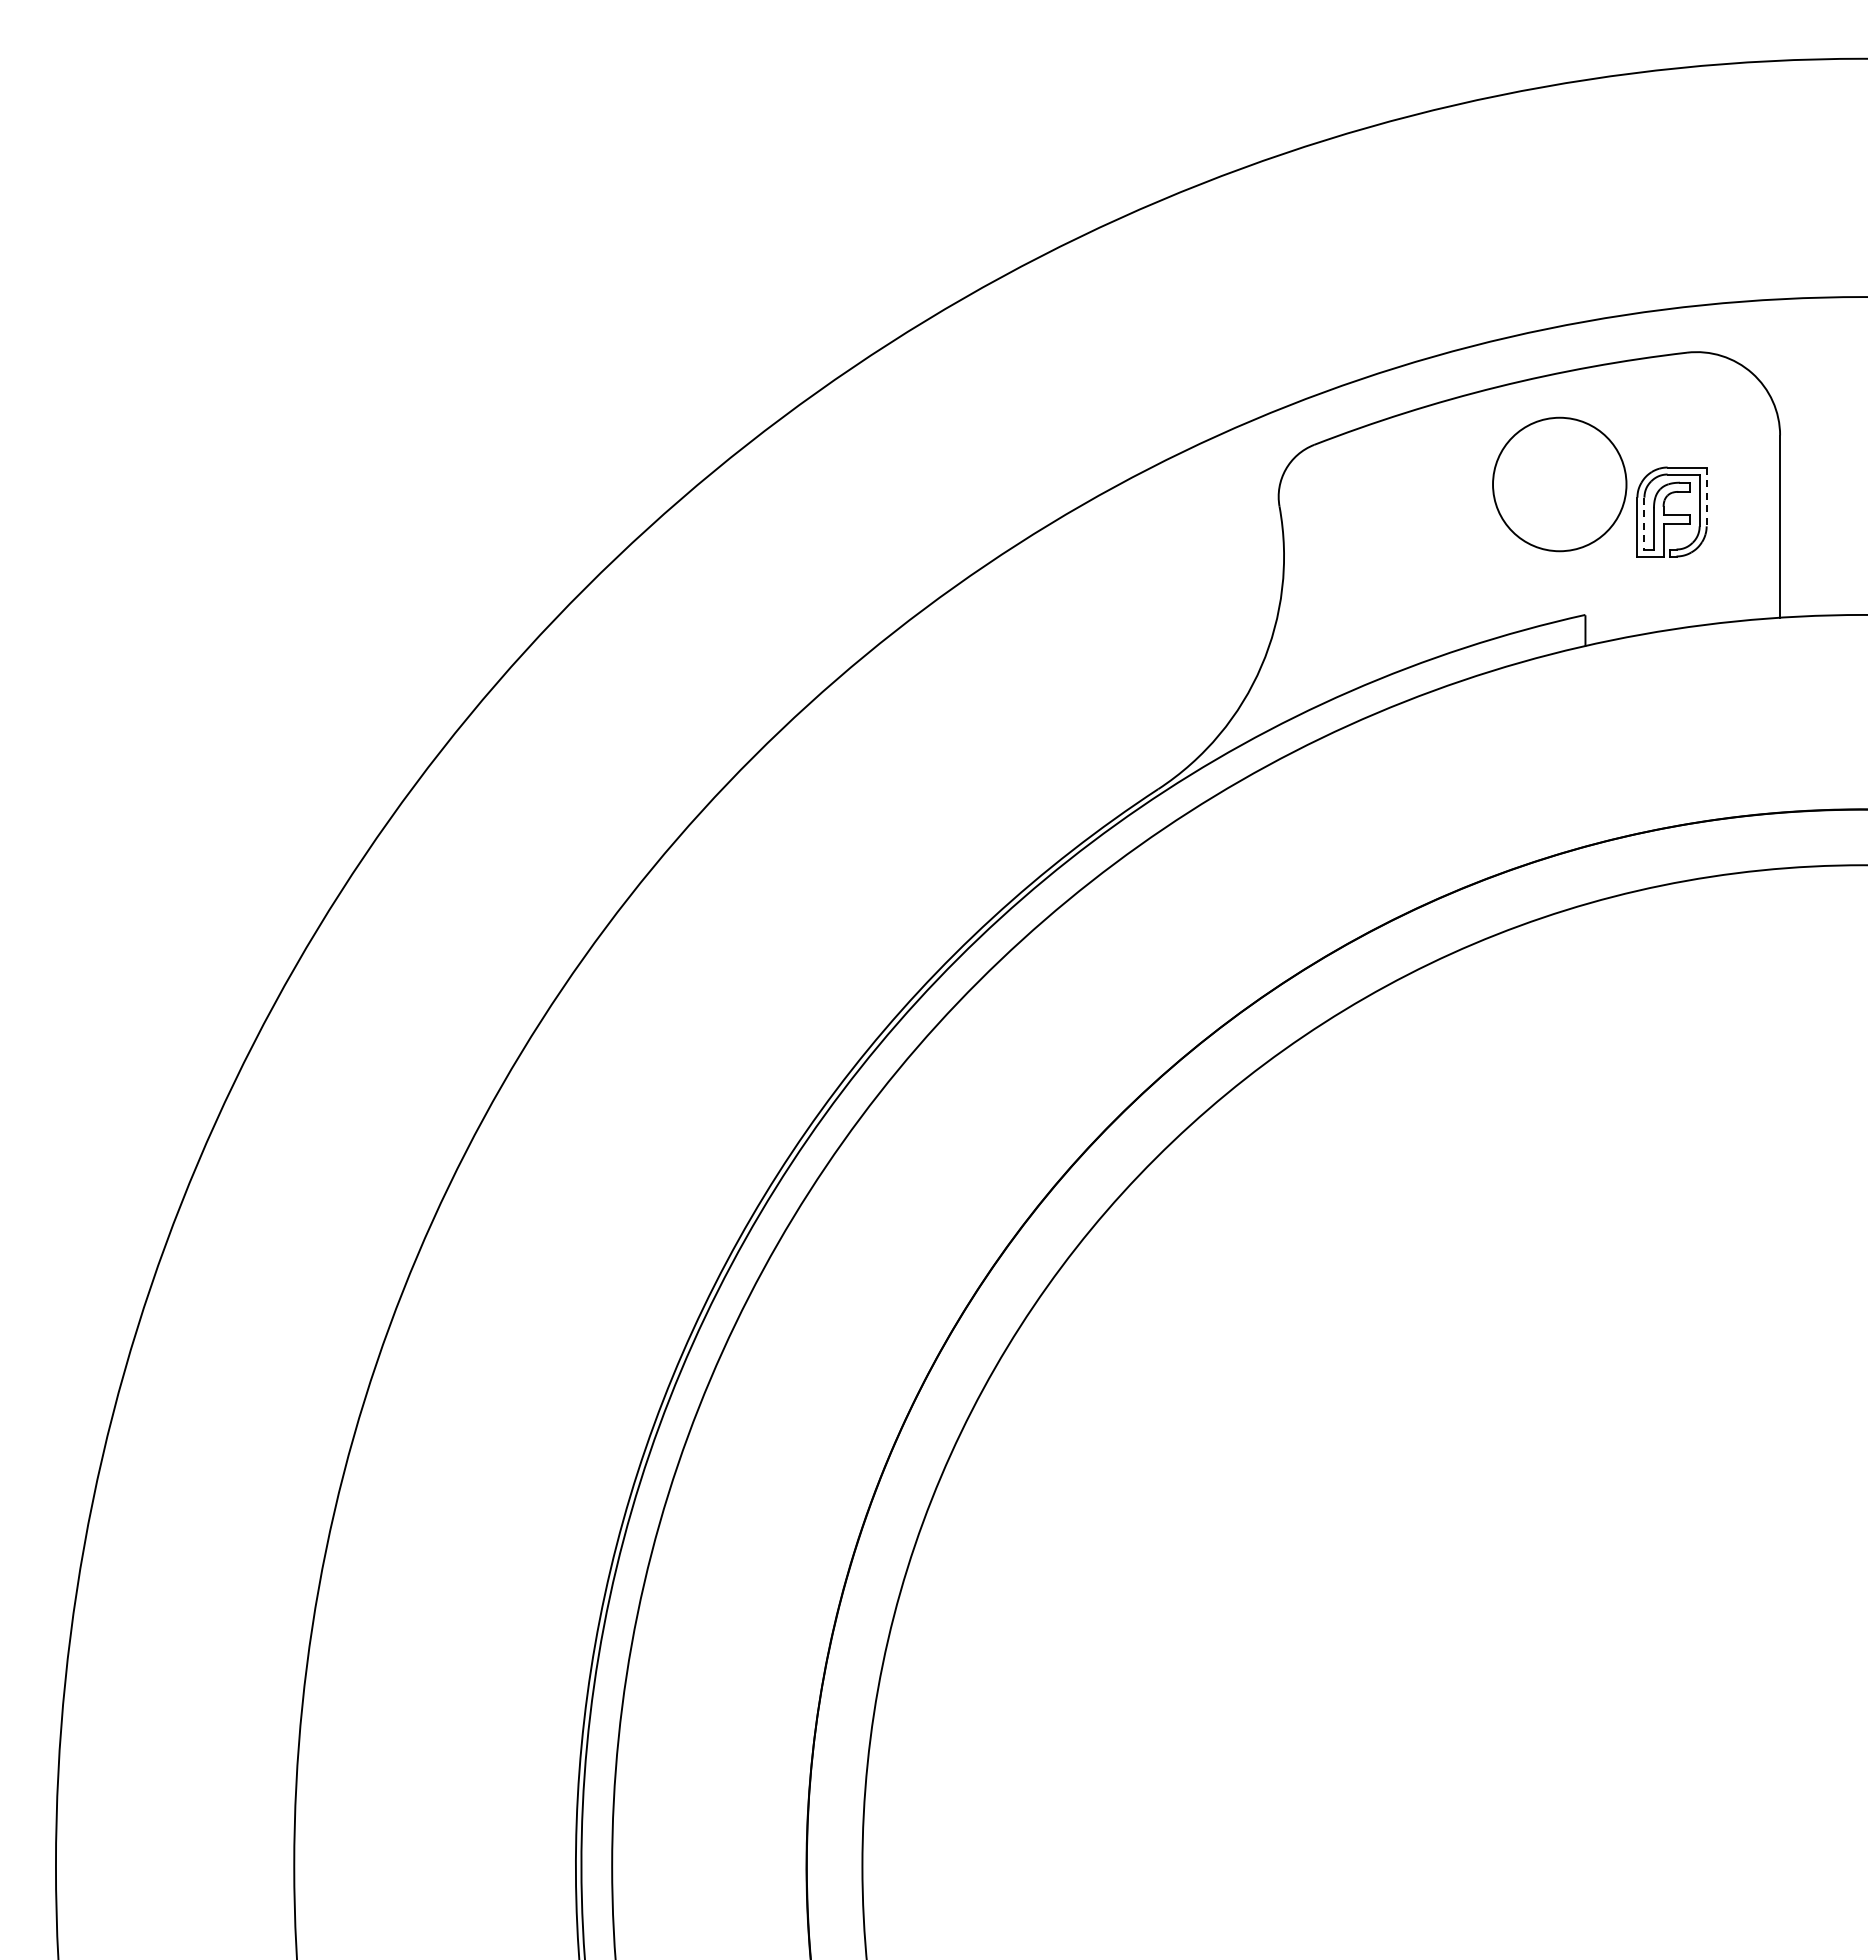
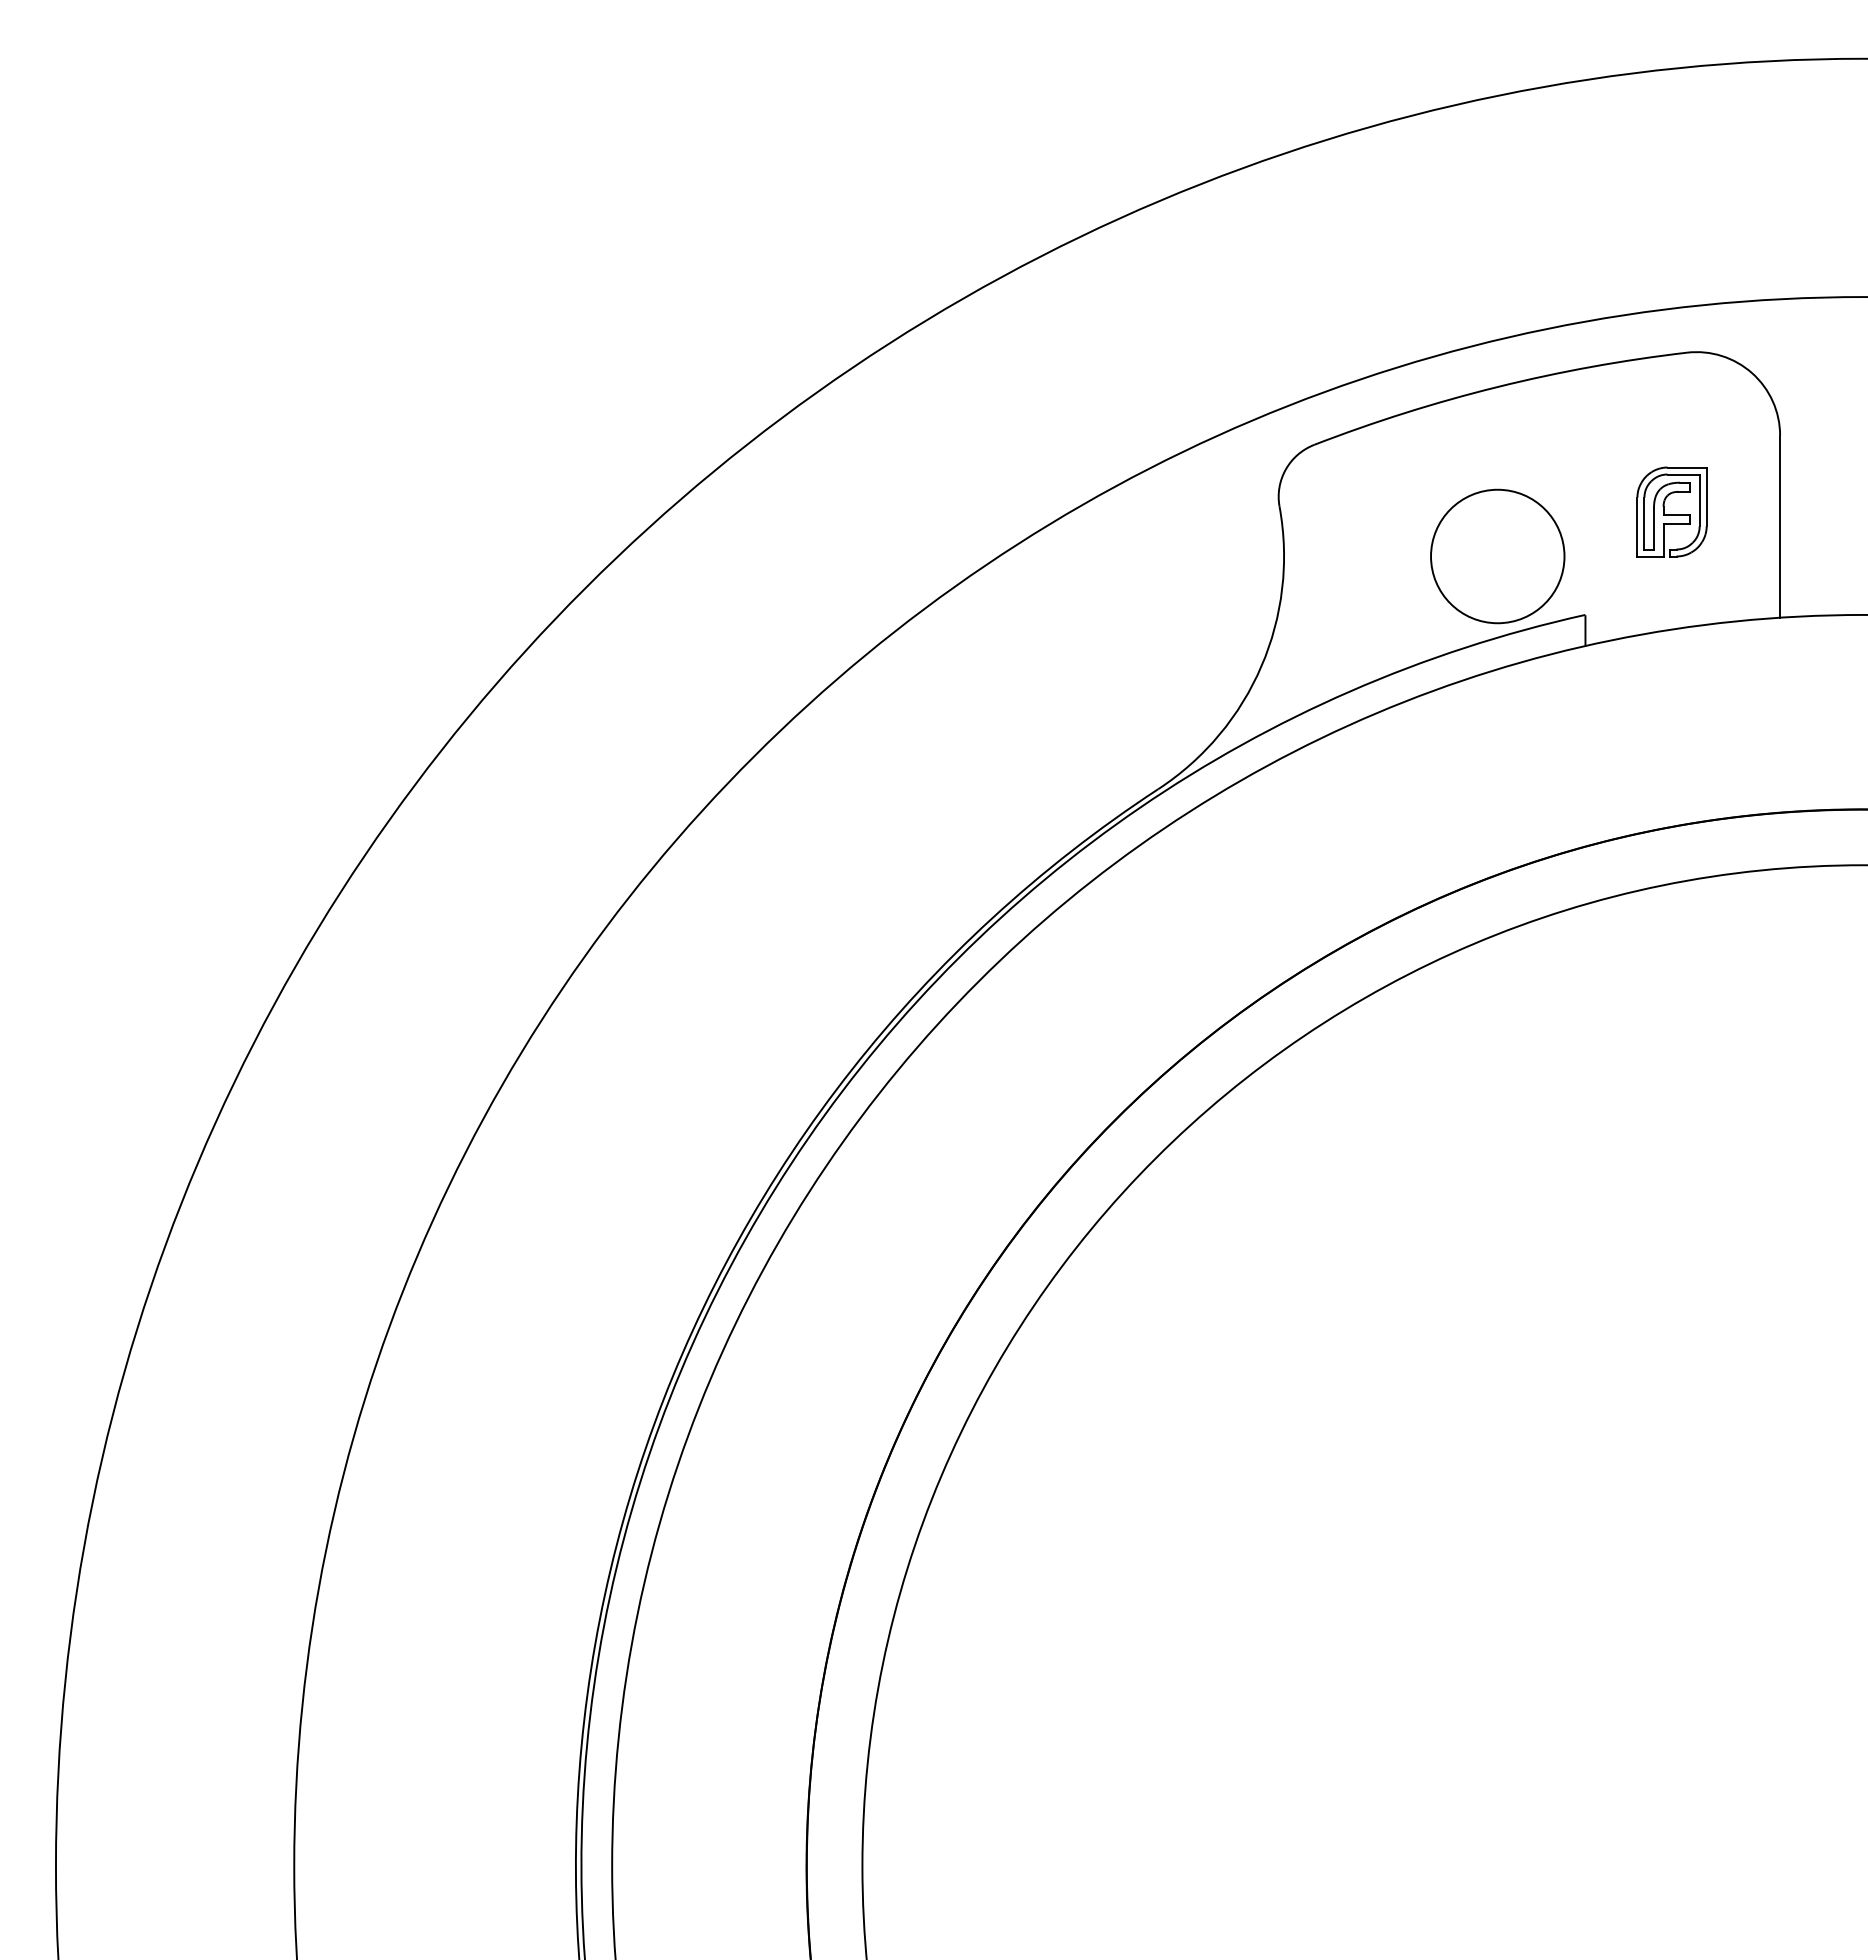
circle at (1559, 484) position: (1559, 484) -> (1497, 556)
line at (1706, 497): dashed -> solid
line at (1644, 523): dashed -> solid
